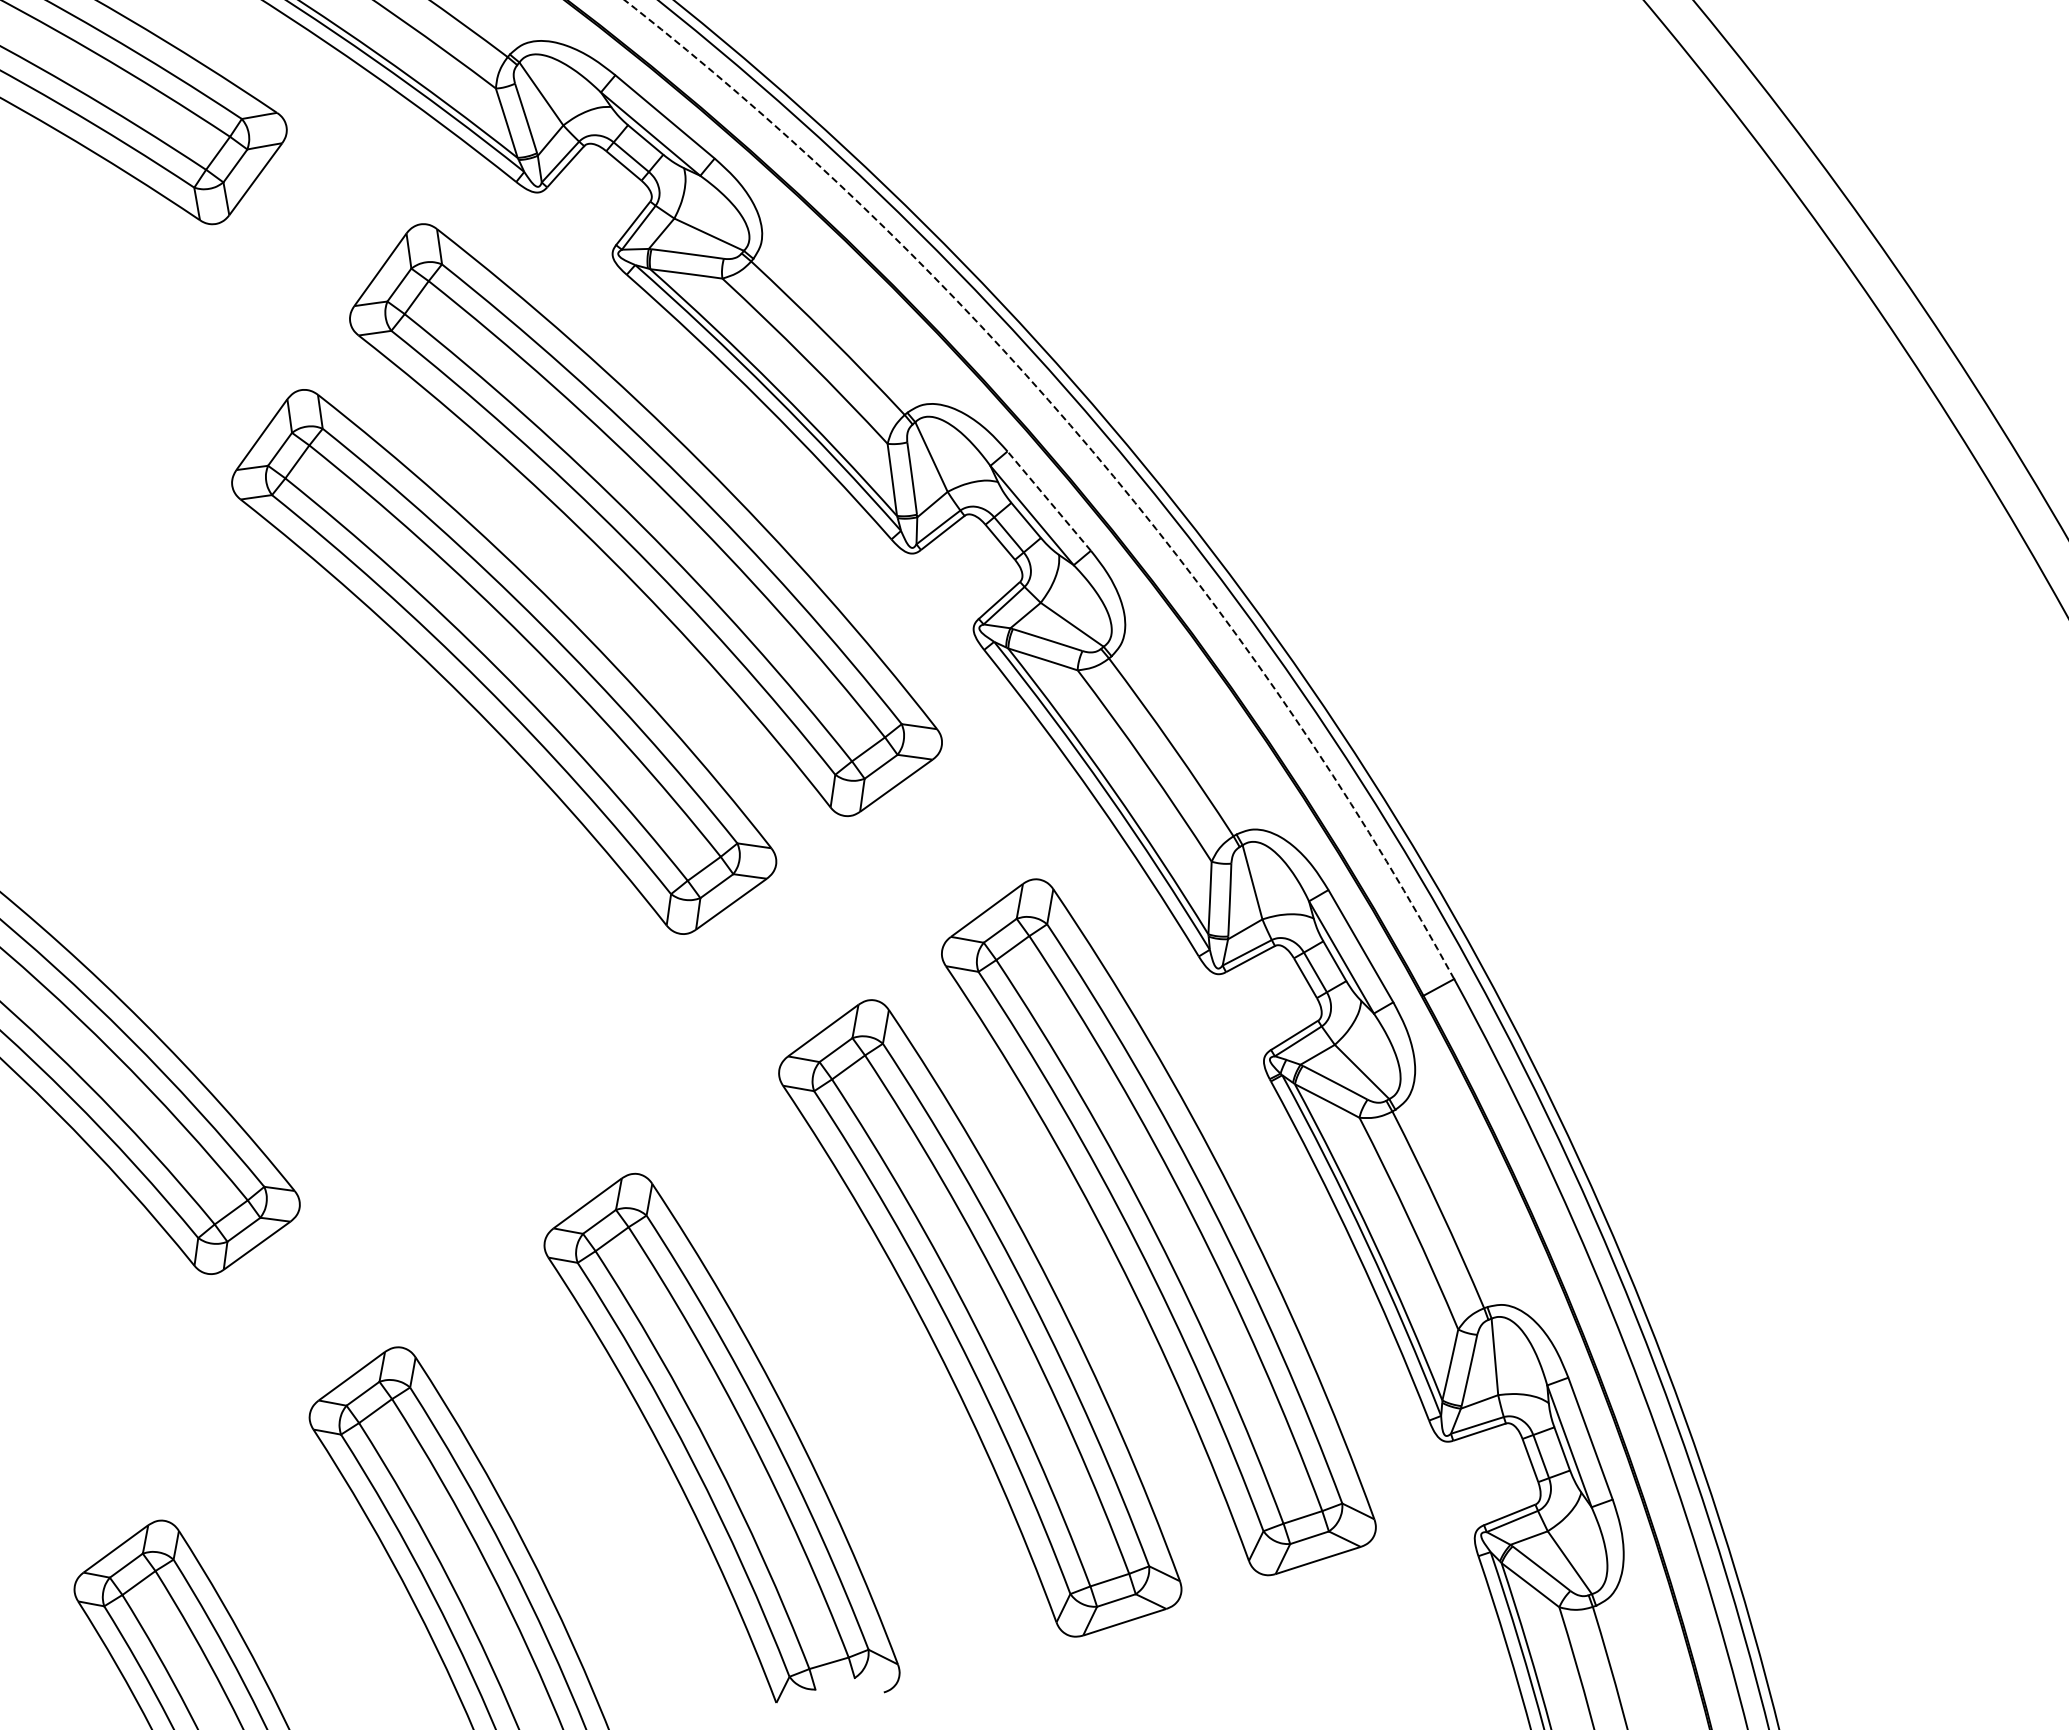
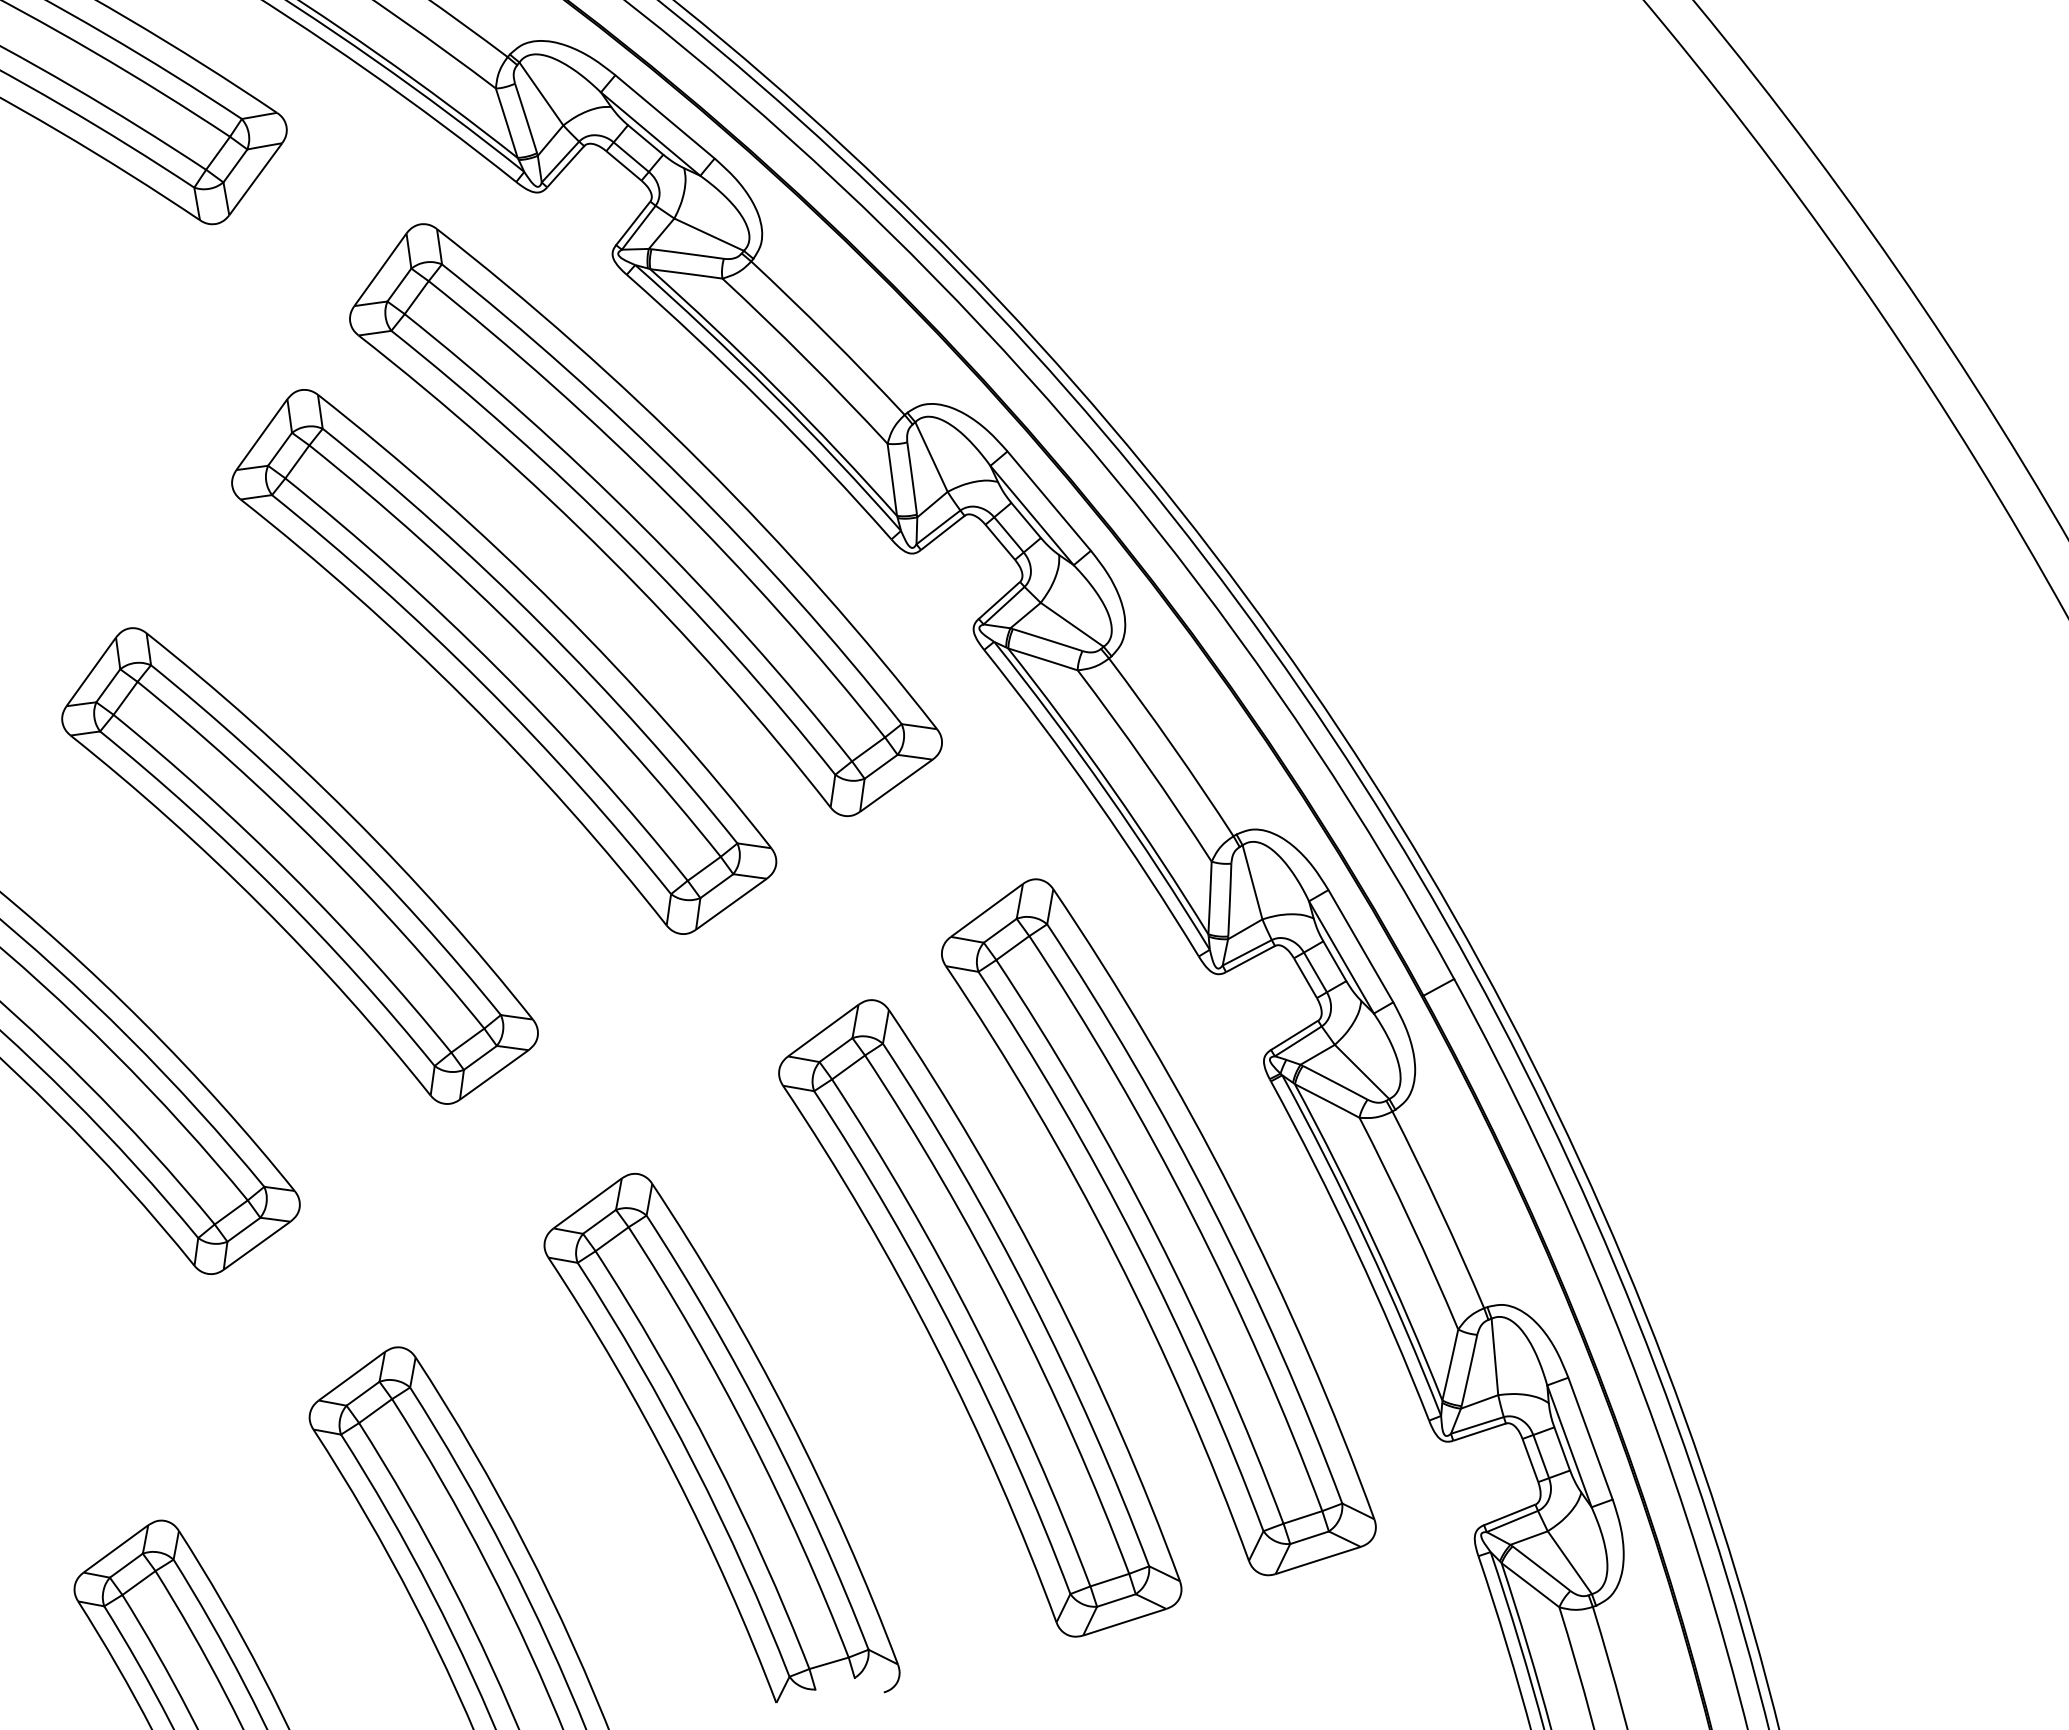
arc at (1087, 445): dashed -> solid
line at (1049, 501): dashed -> solid
part at (299, 865): none -> present
